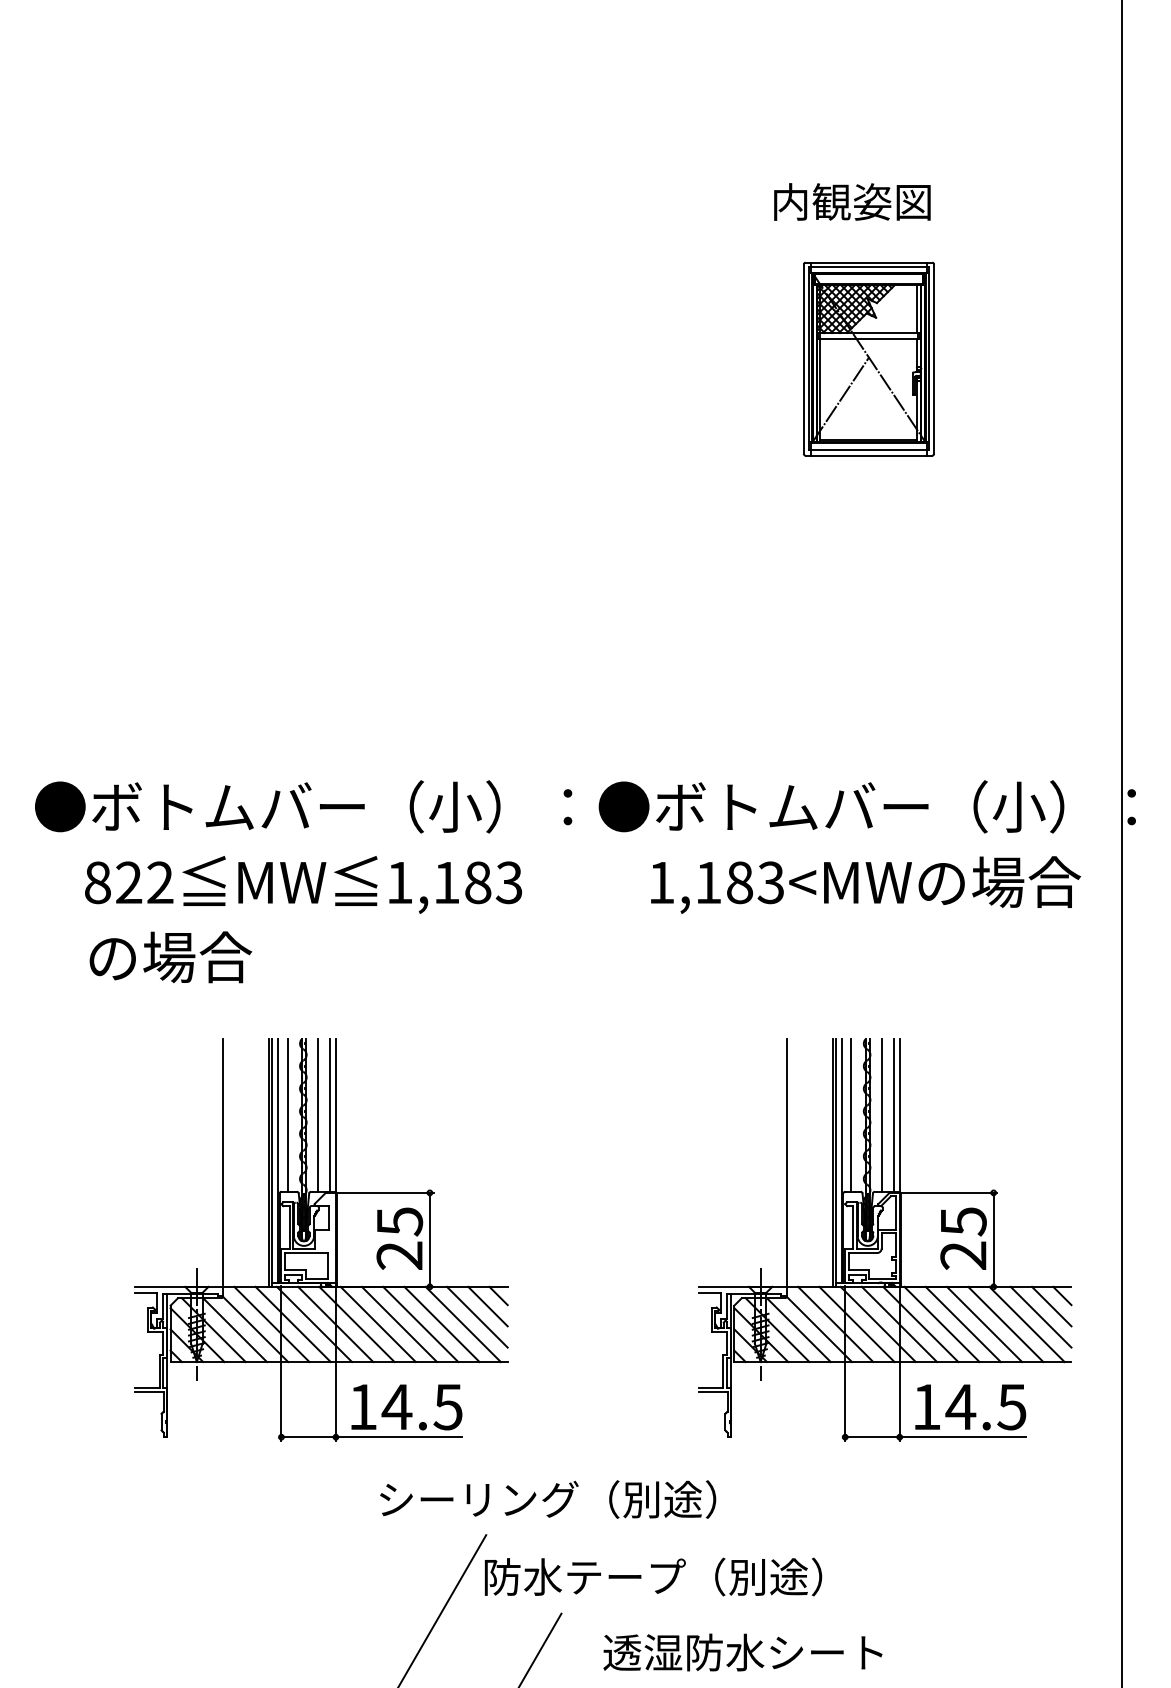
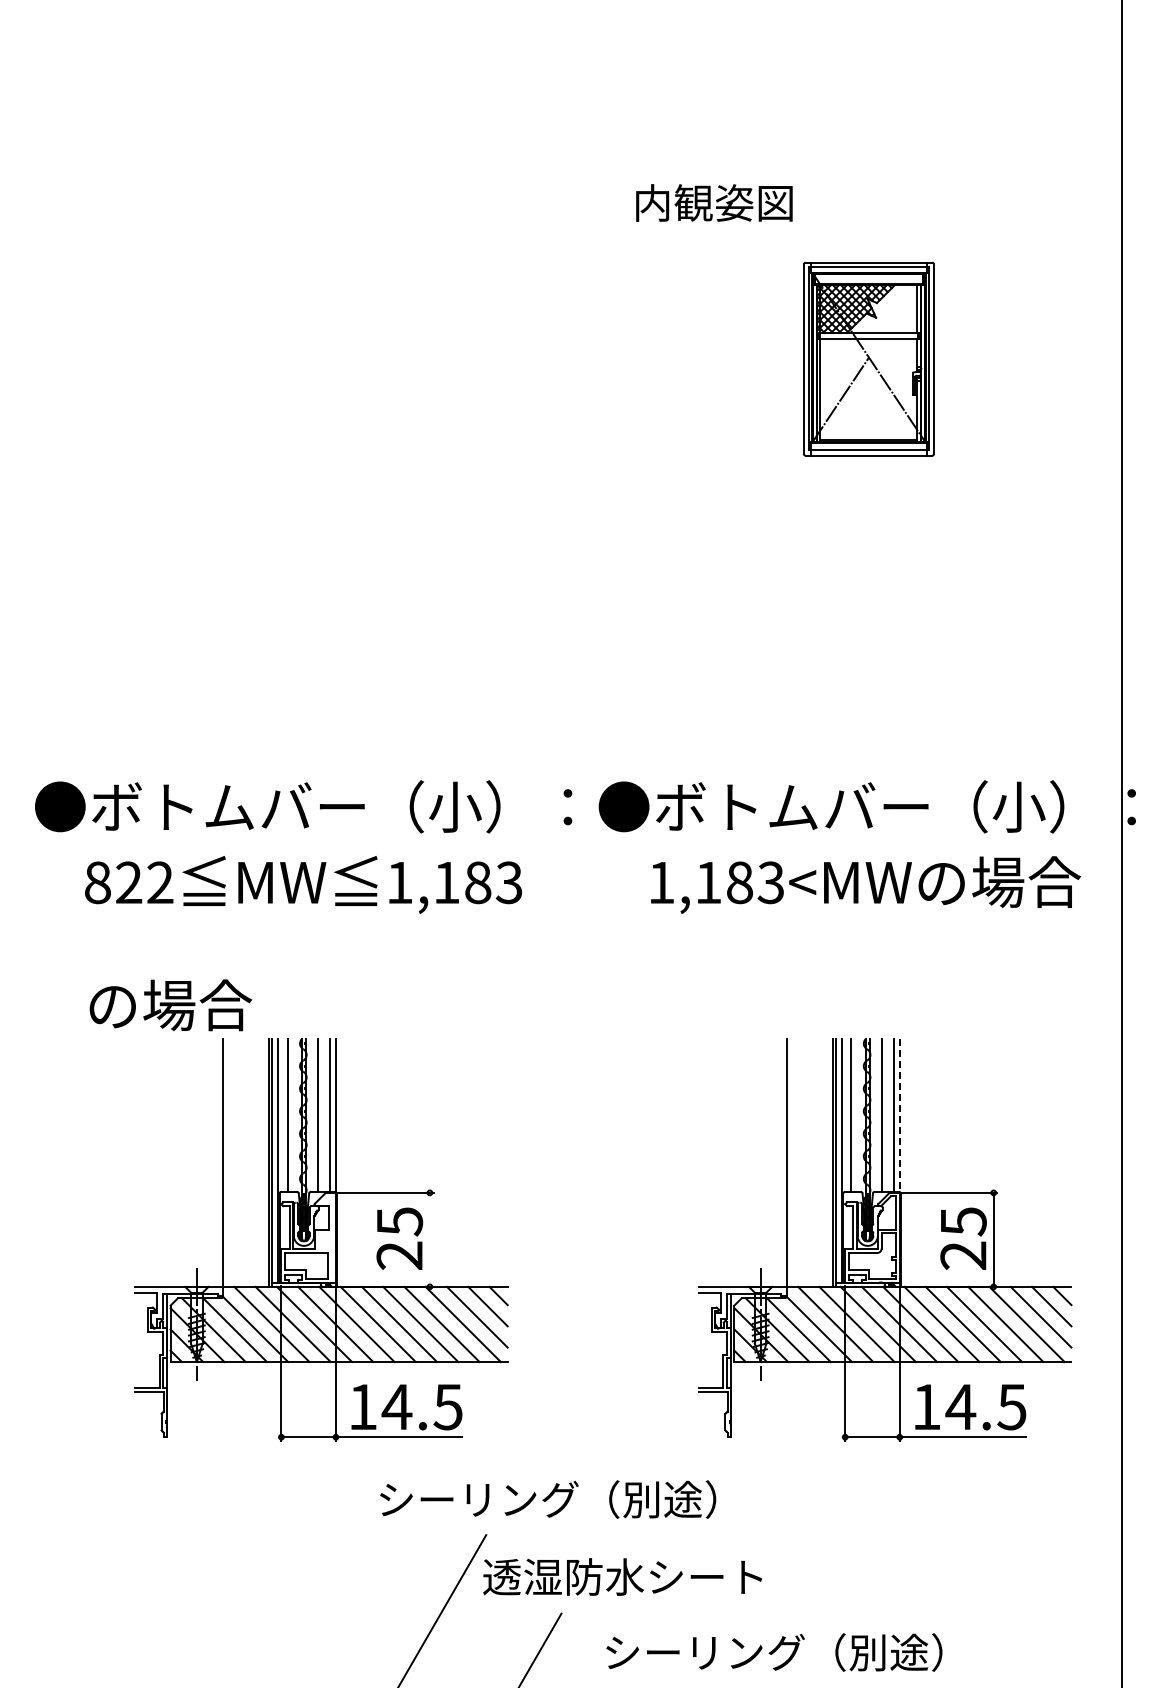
text at (852, 201) position: (852, 201) -> (714, 202)
text at (170, 957) position: (170, 957) -> (170, 1005)
line at (899, 1116): solid -> dashed
line at (429, 1239): present -> none
text at (652, 1576): 防水テープ（別途） -> 透湿防水シート
text at (772, 1652): 透湿防水シート -> シーリング（別途）
